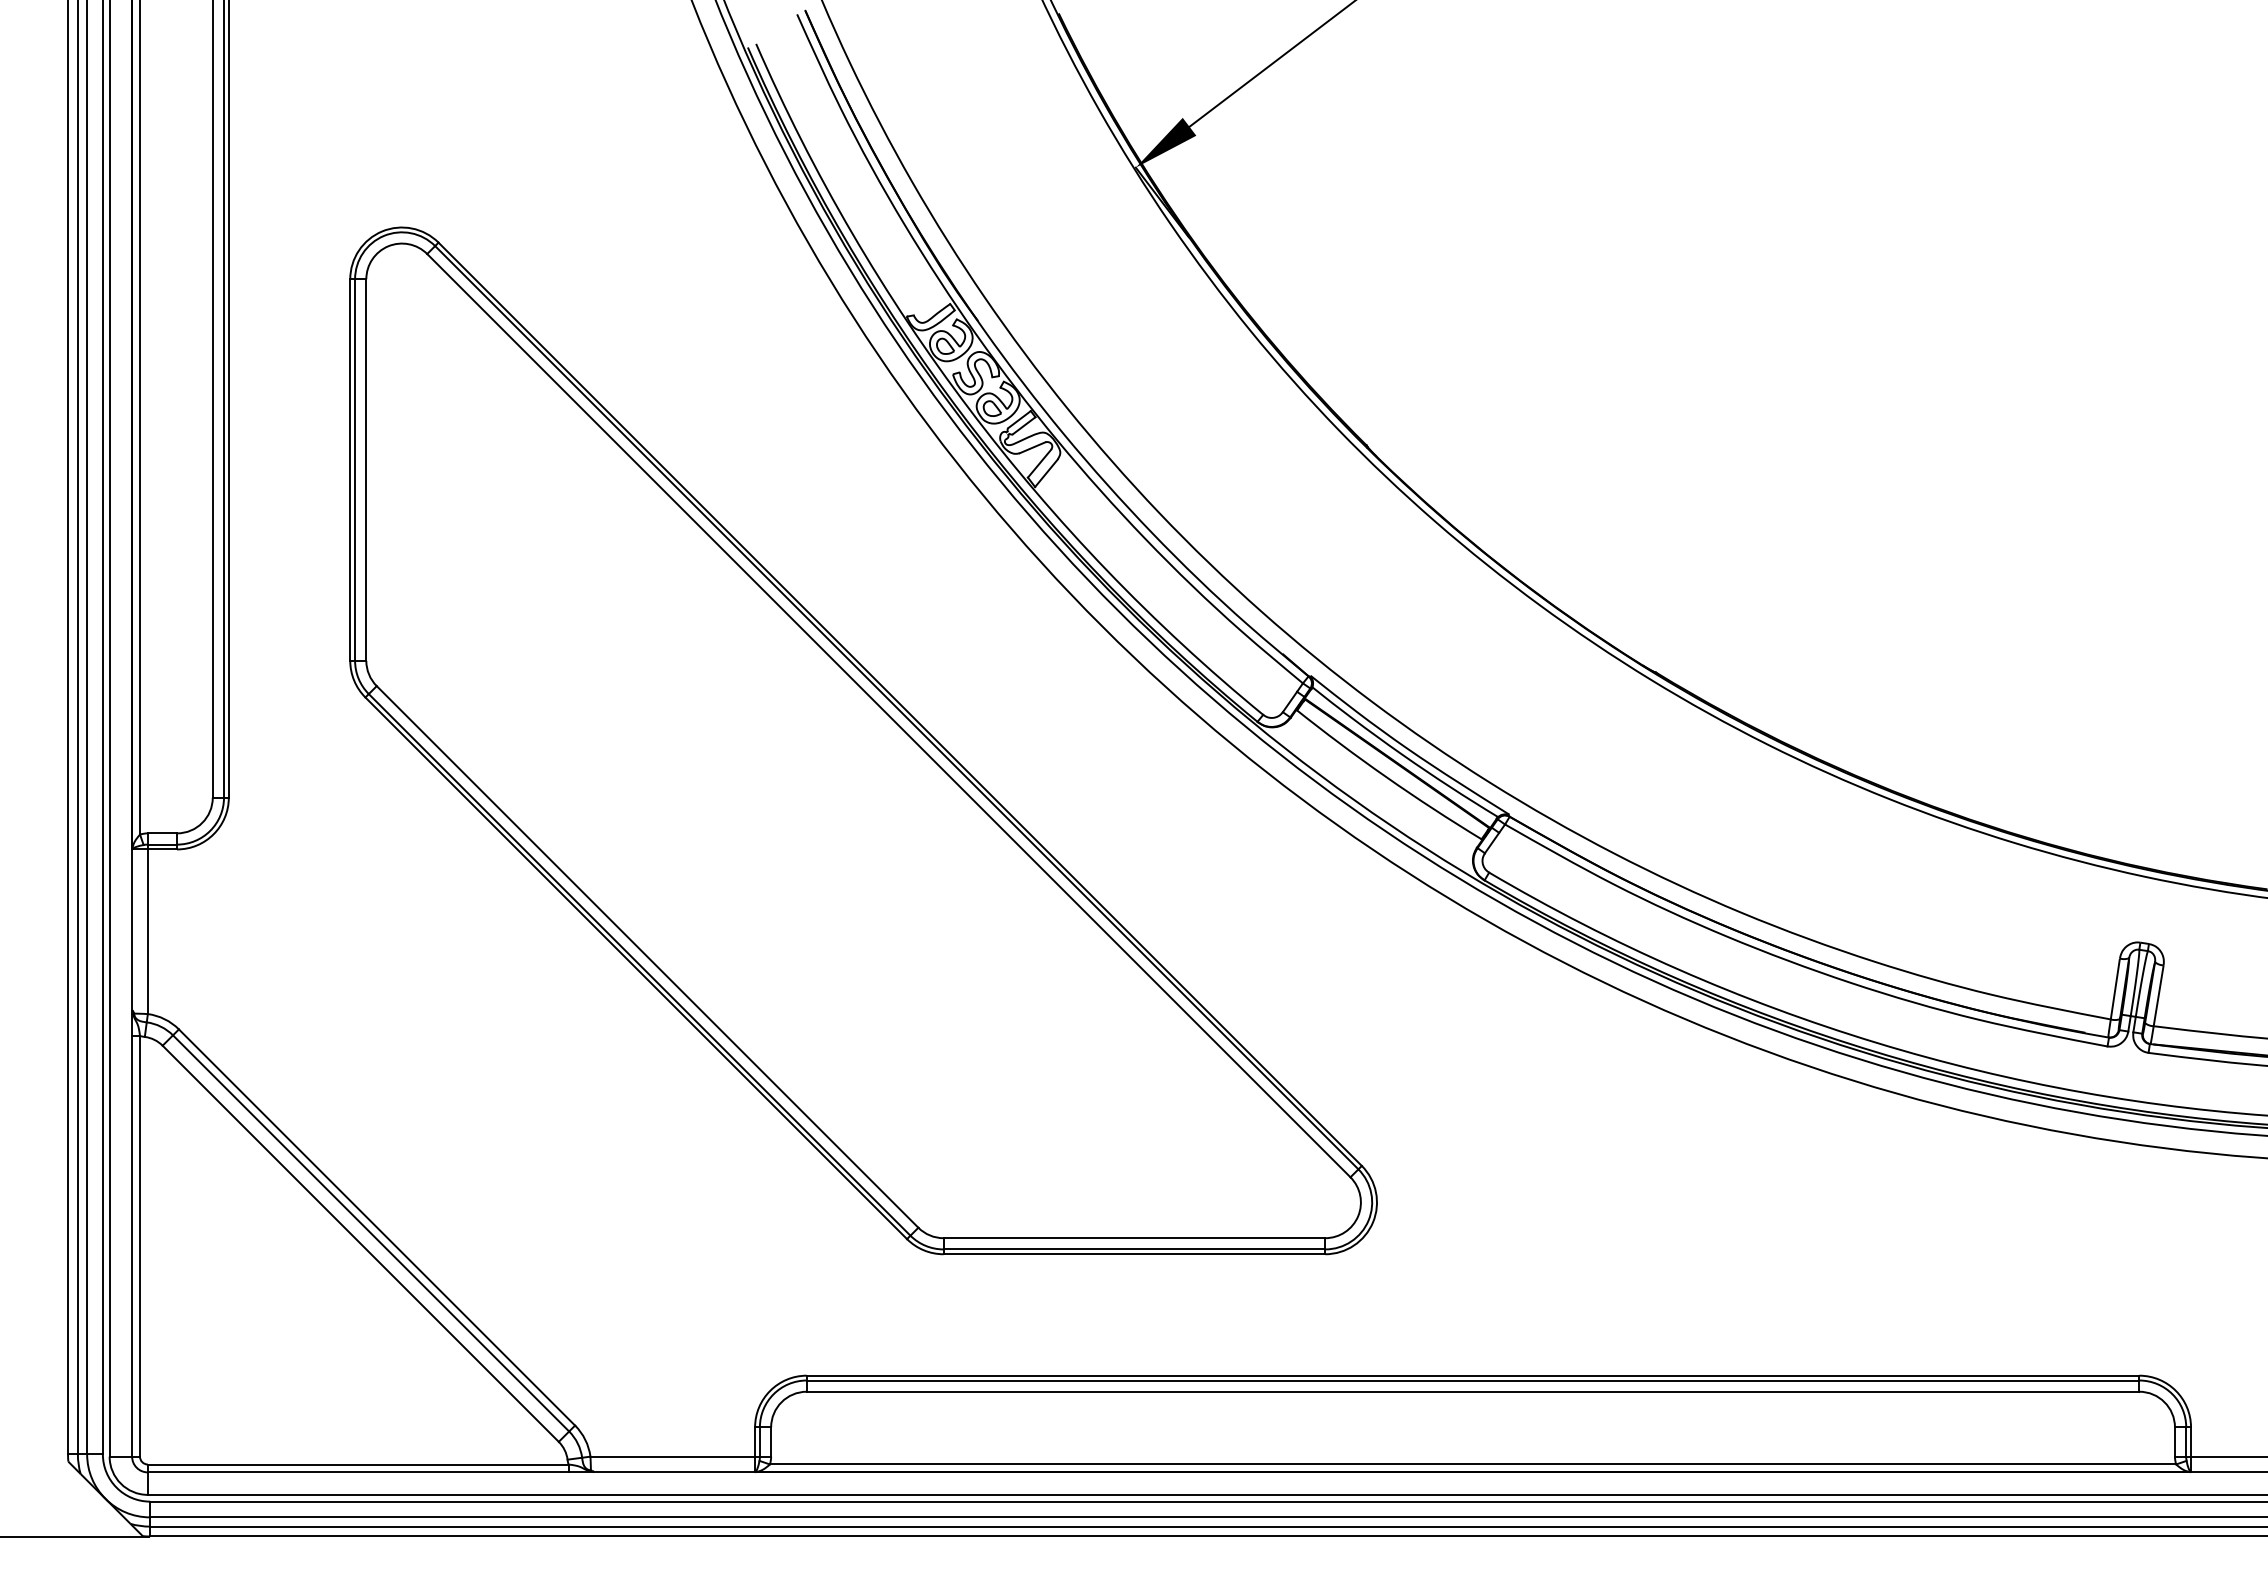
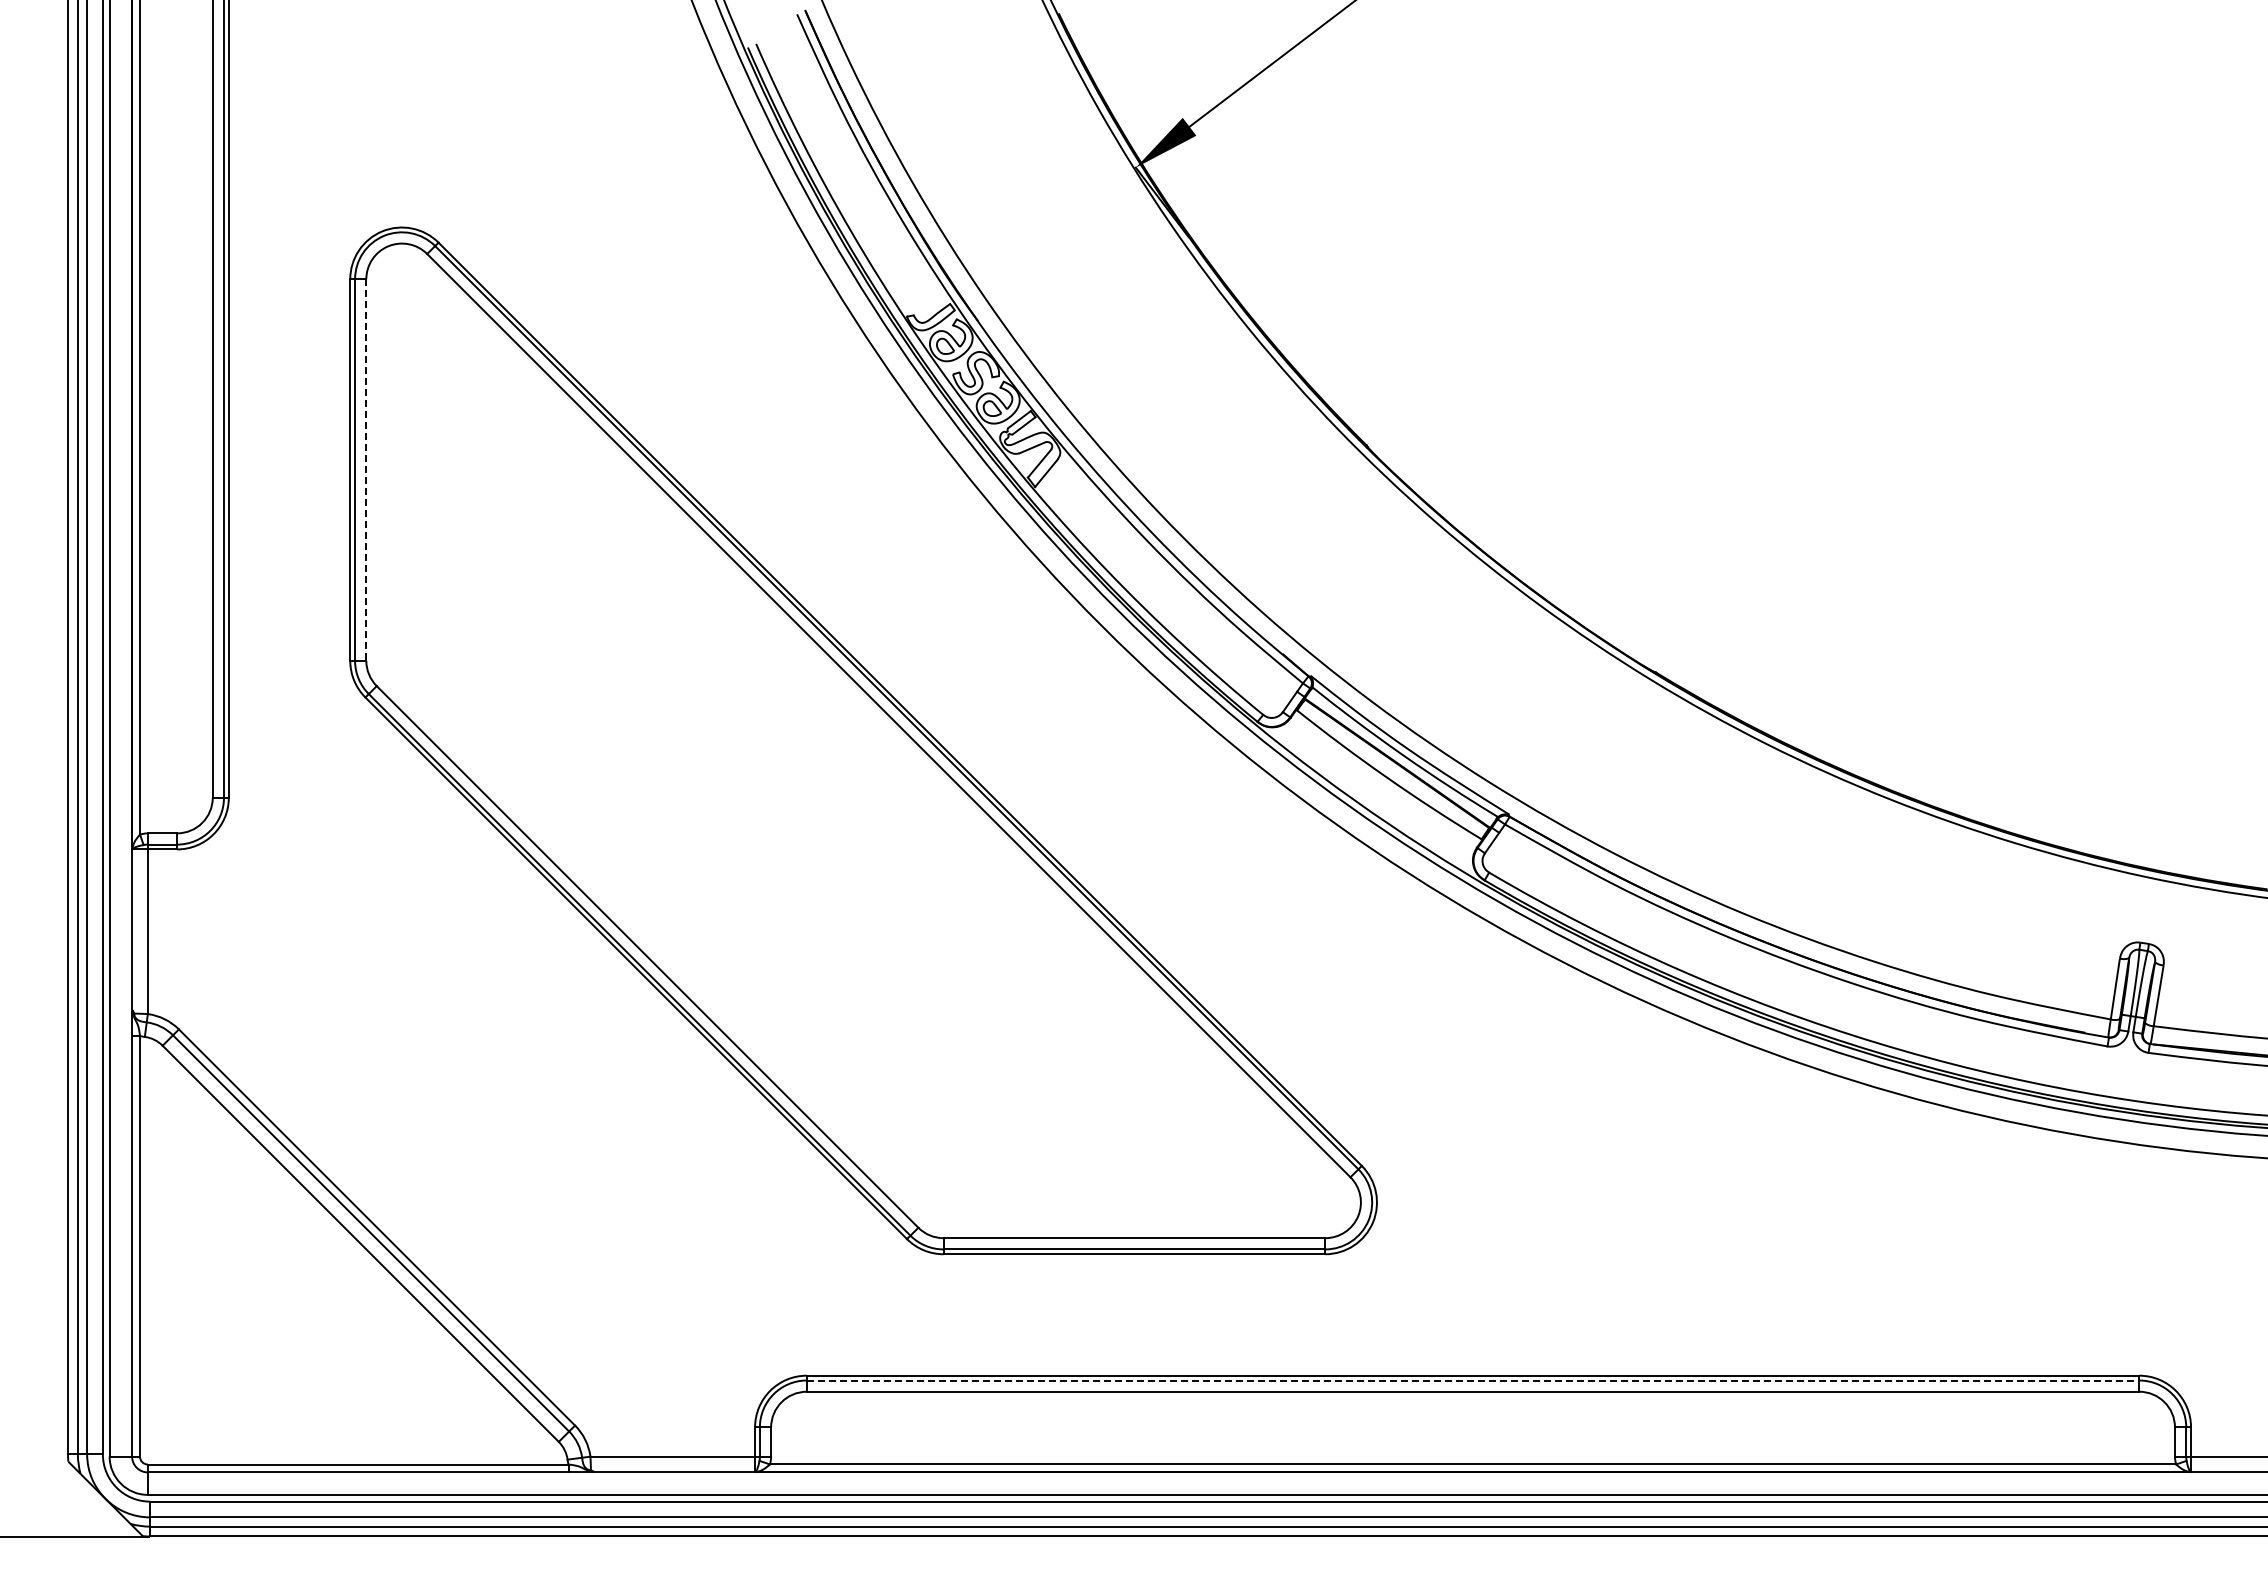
line at (366, 470): solid -> dashed
line at (1473, 1380): solid -> dashed
